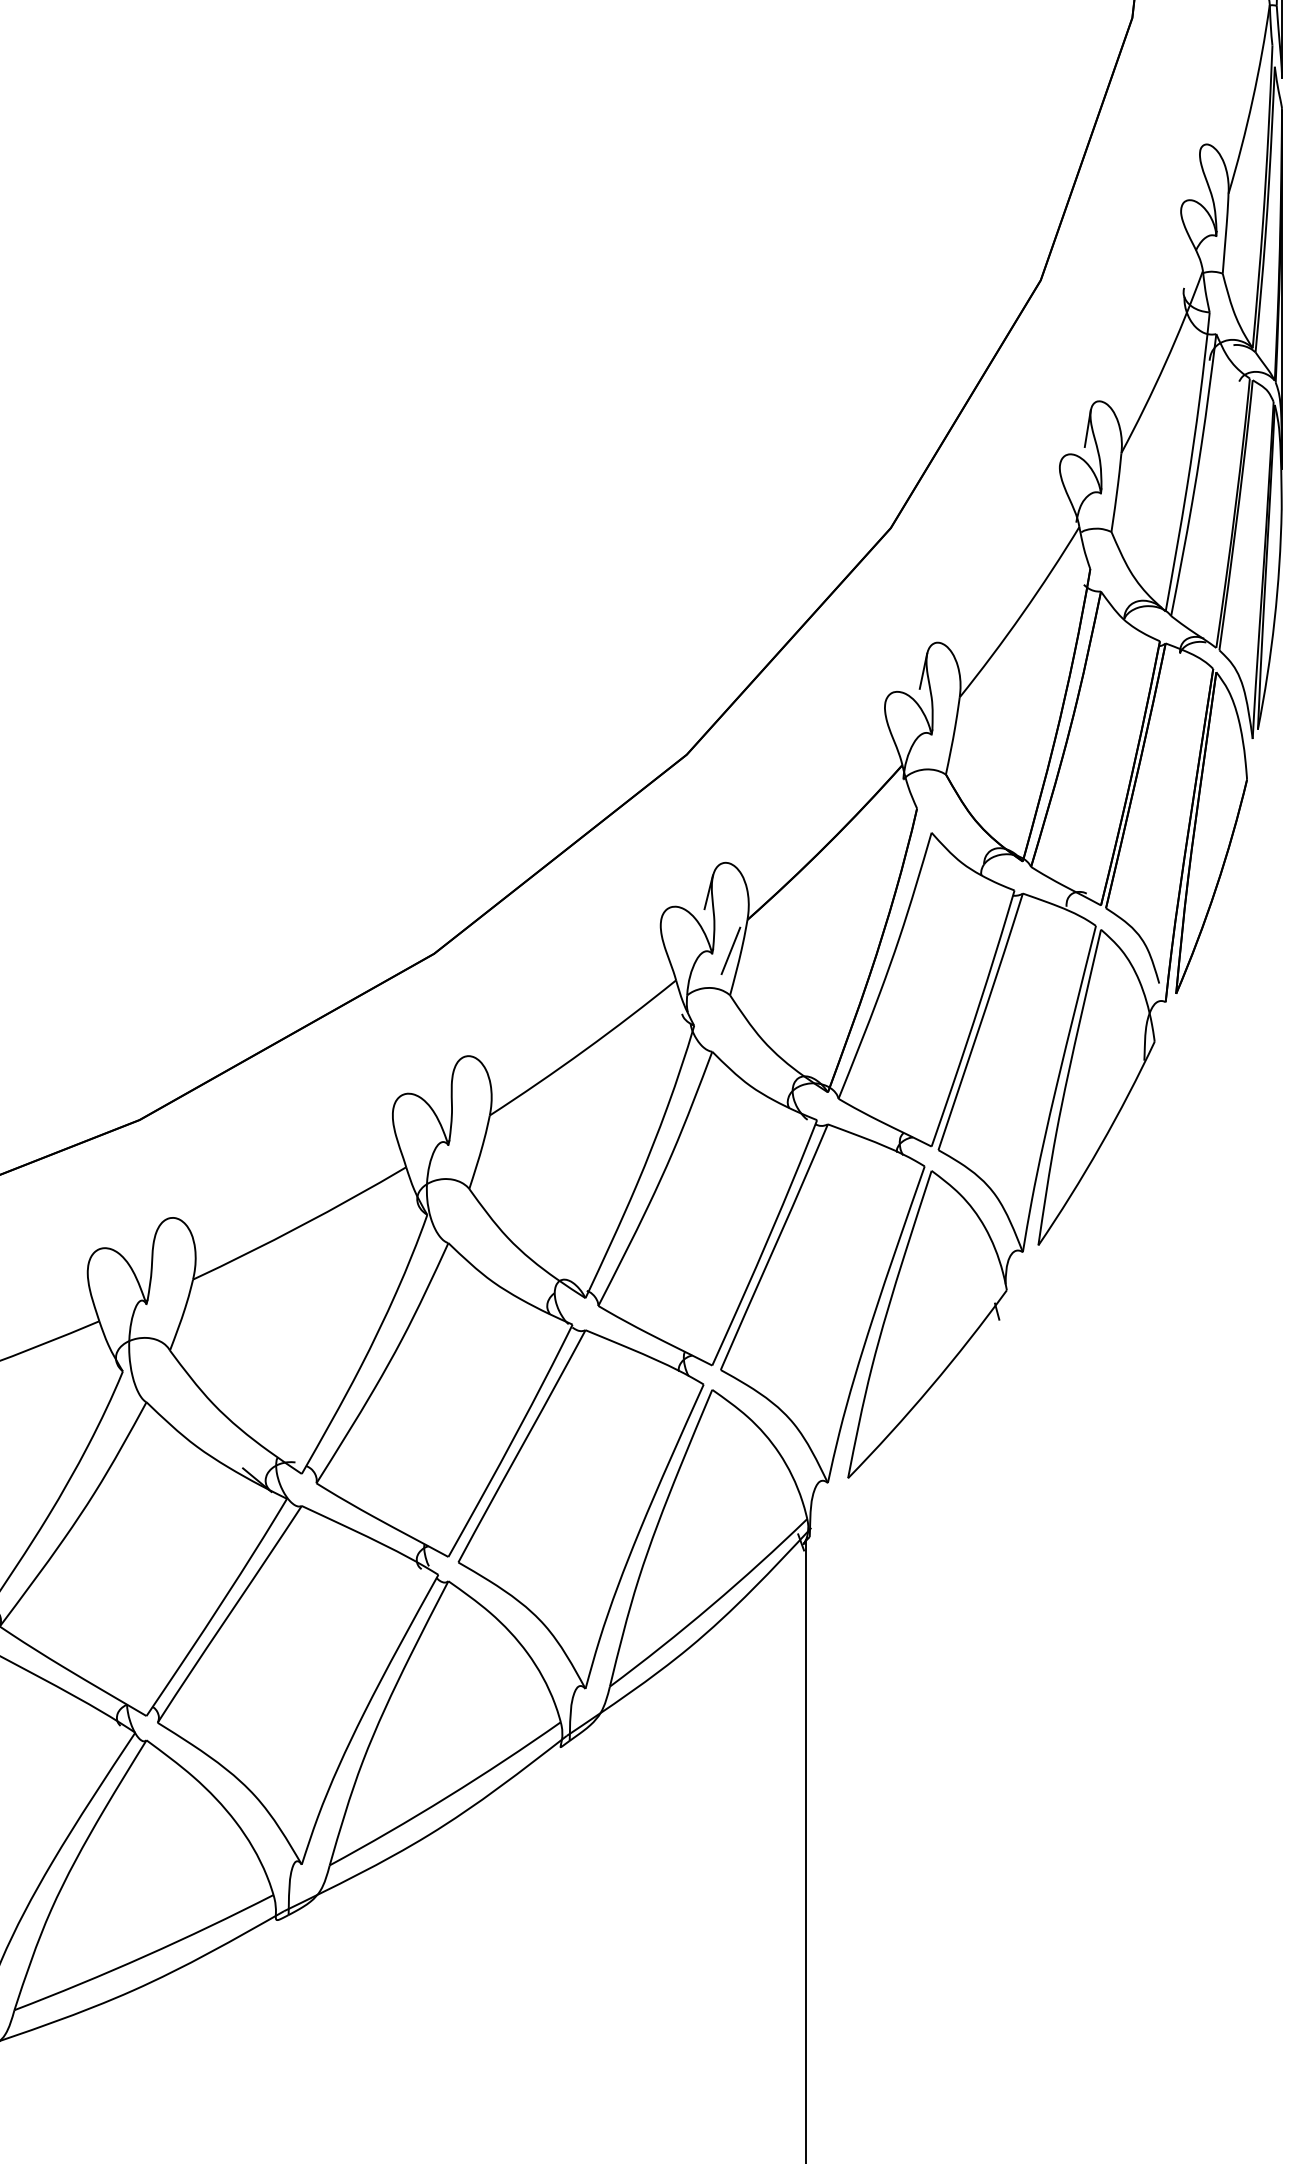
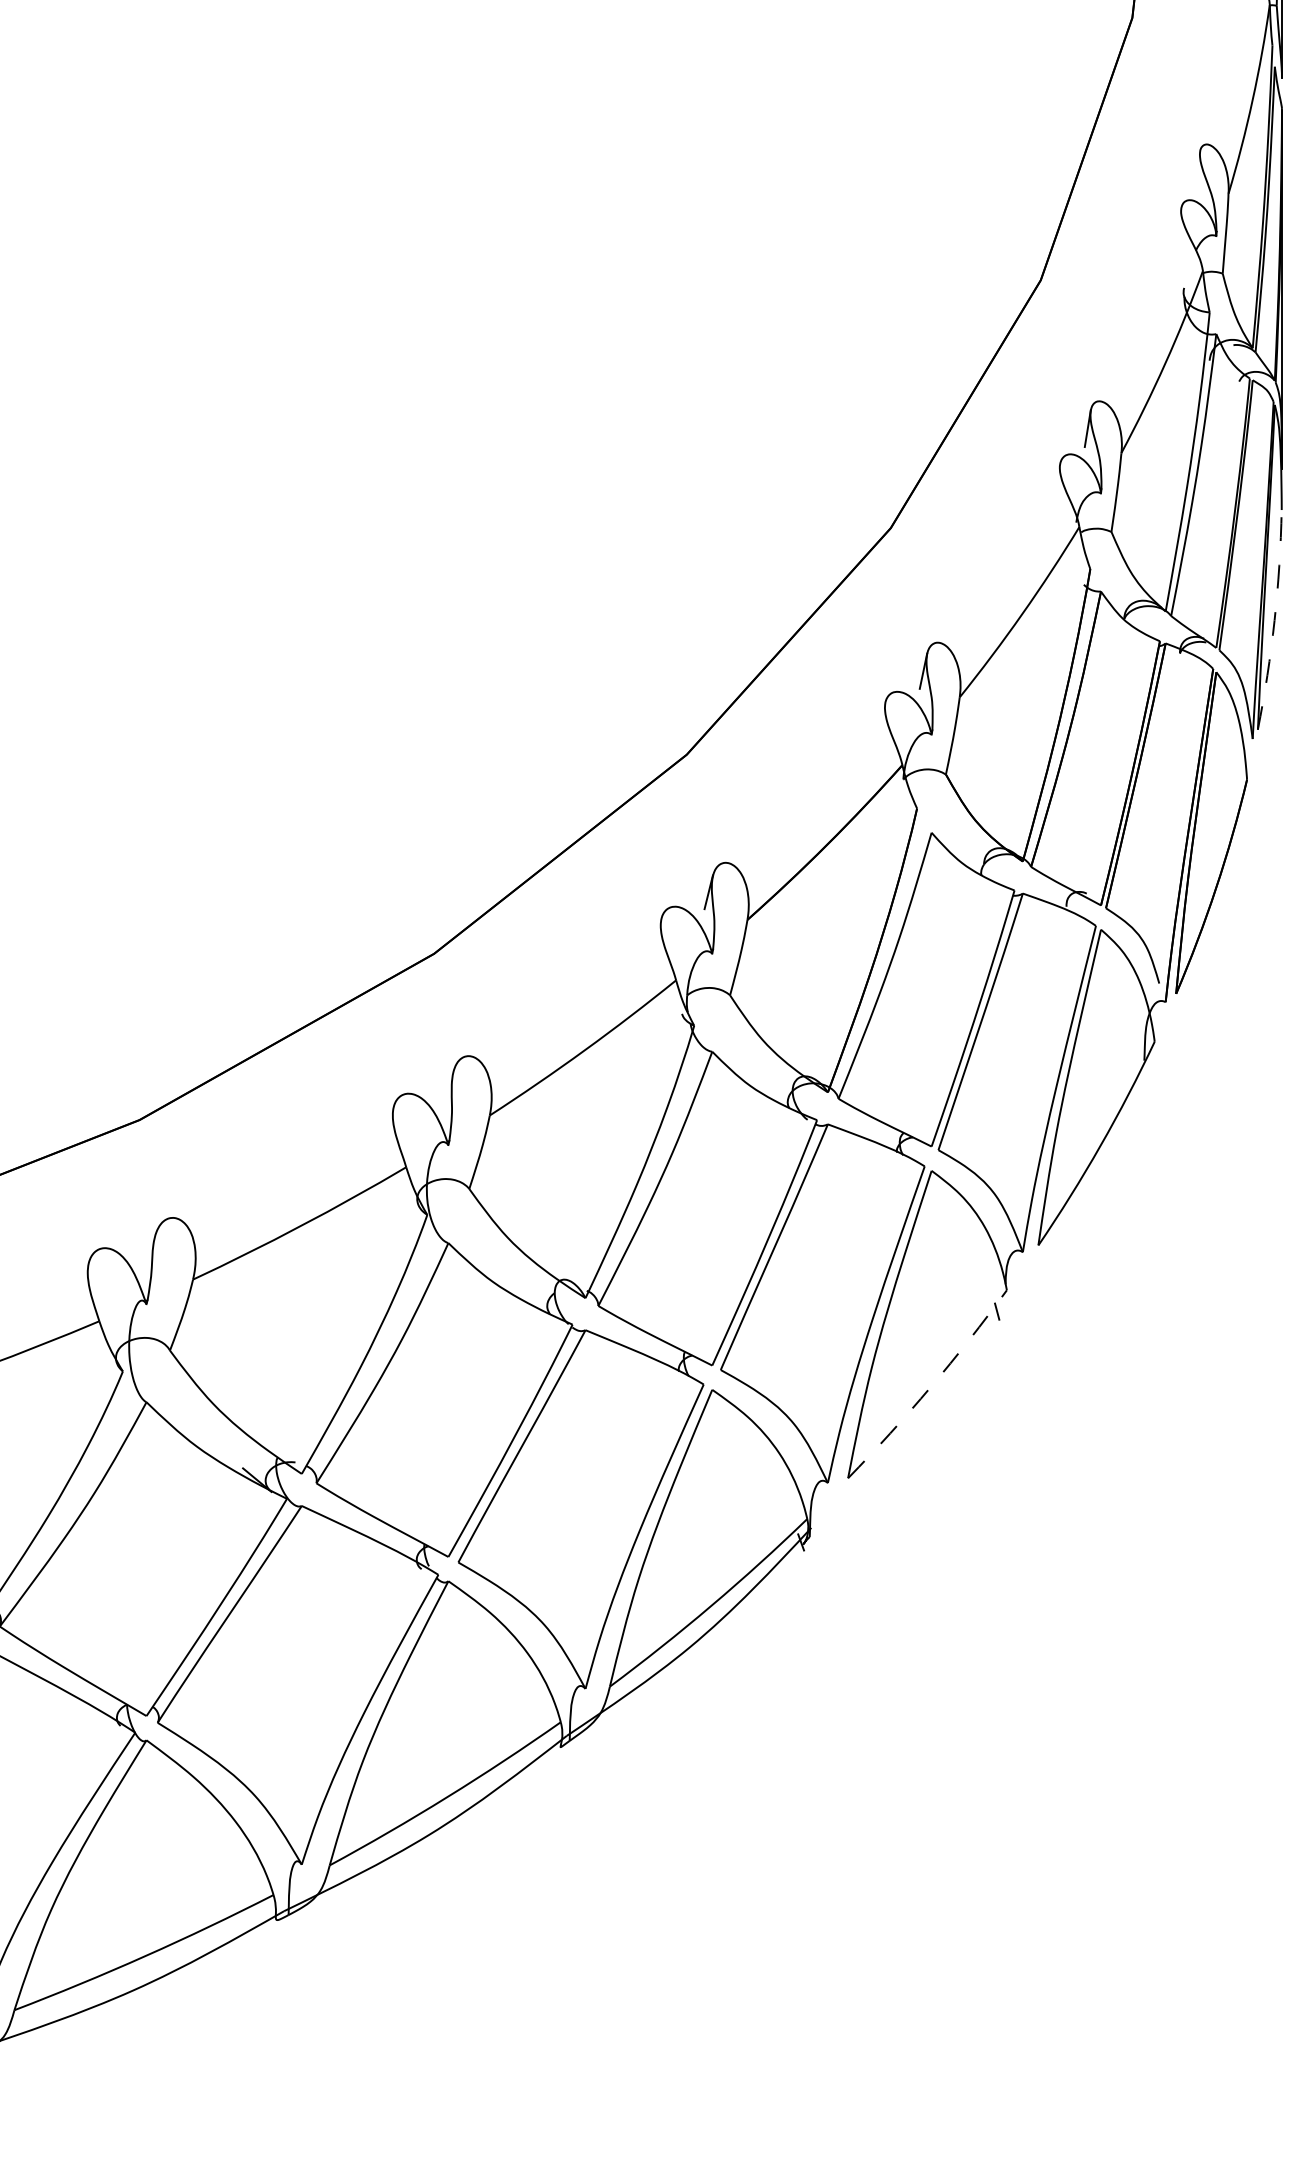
arc at (1274, 620): solid -> dashed
line at (730, 950): present -> none
arc at (930, 1387): solid -> dashed
line at (806, 1850): present -> none
